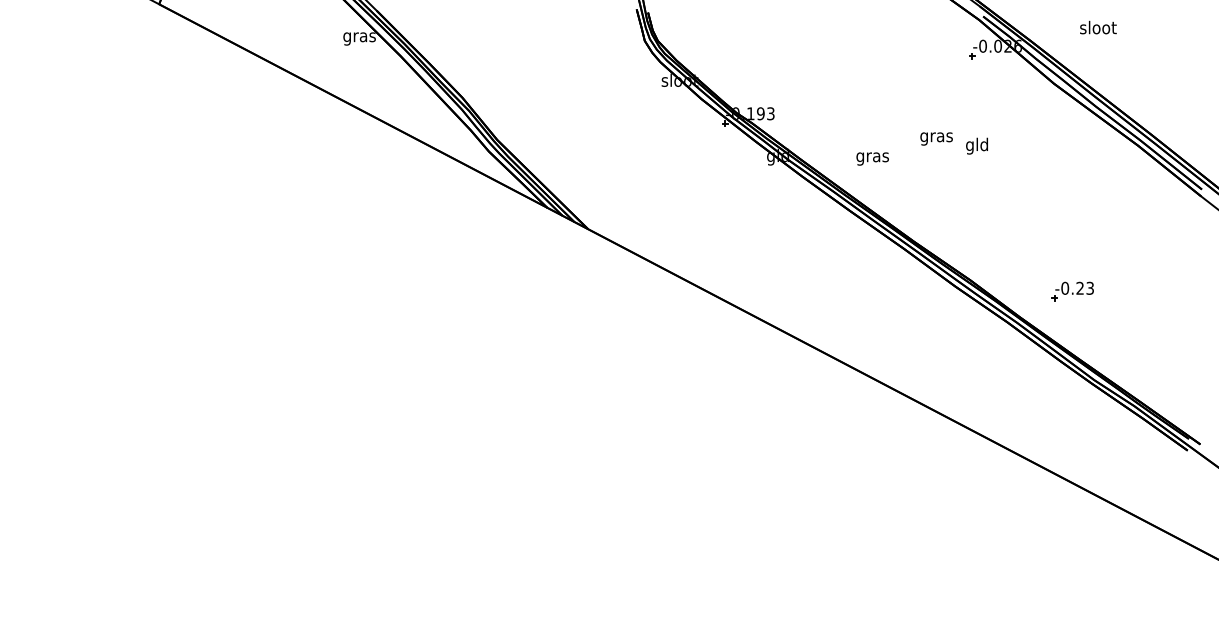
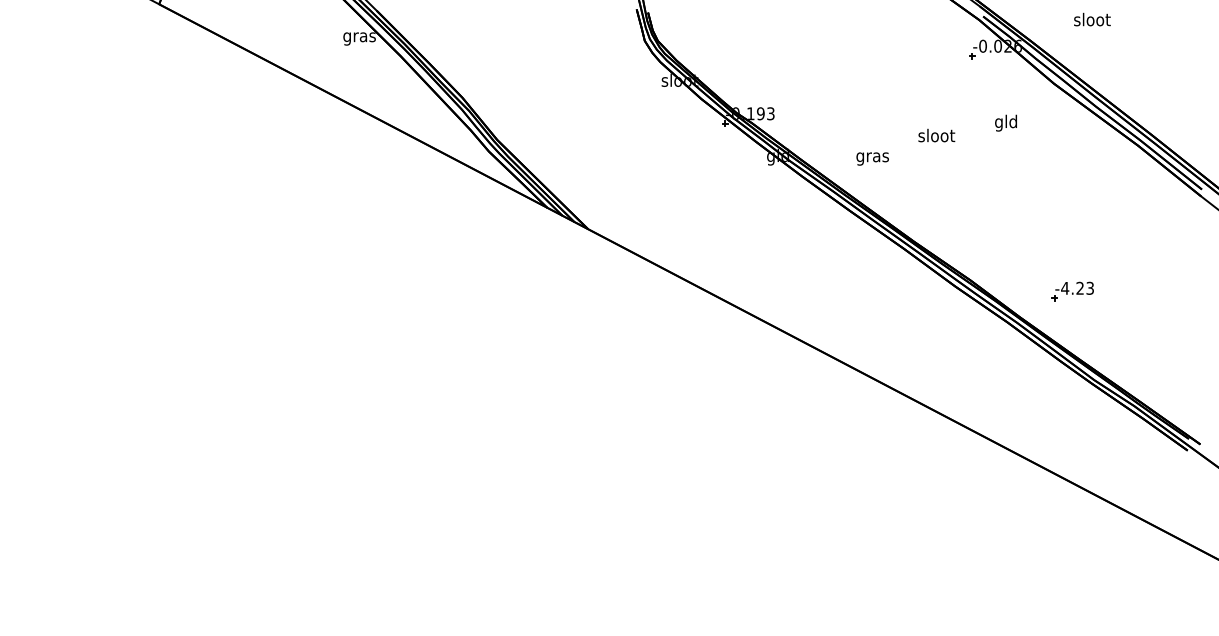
text at (1098, 27) position: (1098, 27) -> (1092, 19)
text at (936, 136): gras -> sloot
text at (976, 145) position: (976, 145) -> (1005, 122)
text at (1065, 287): -0.23 -> -4.23
